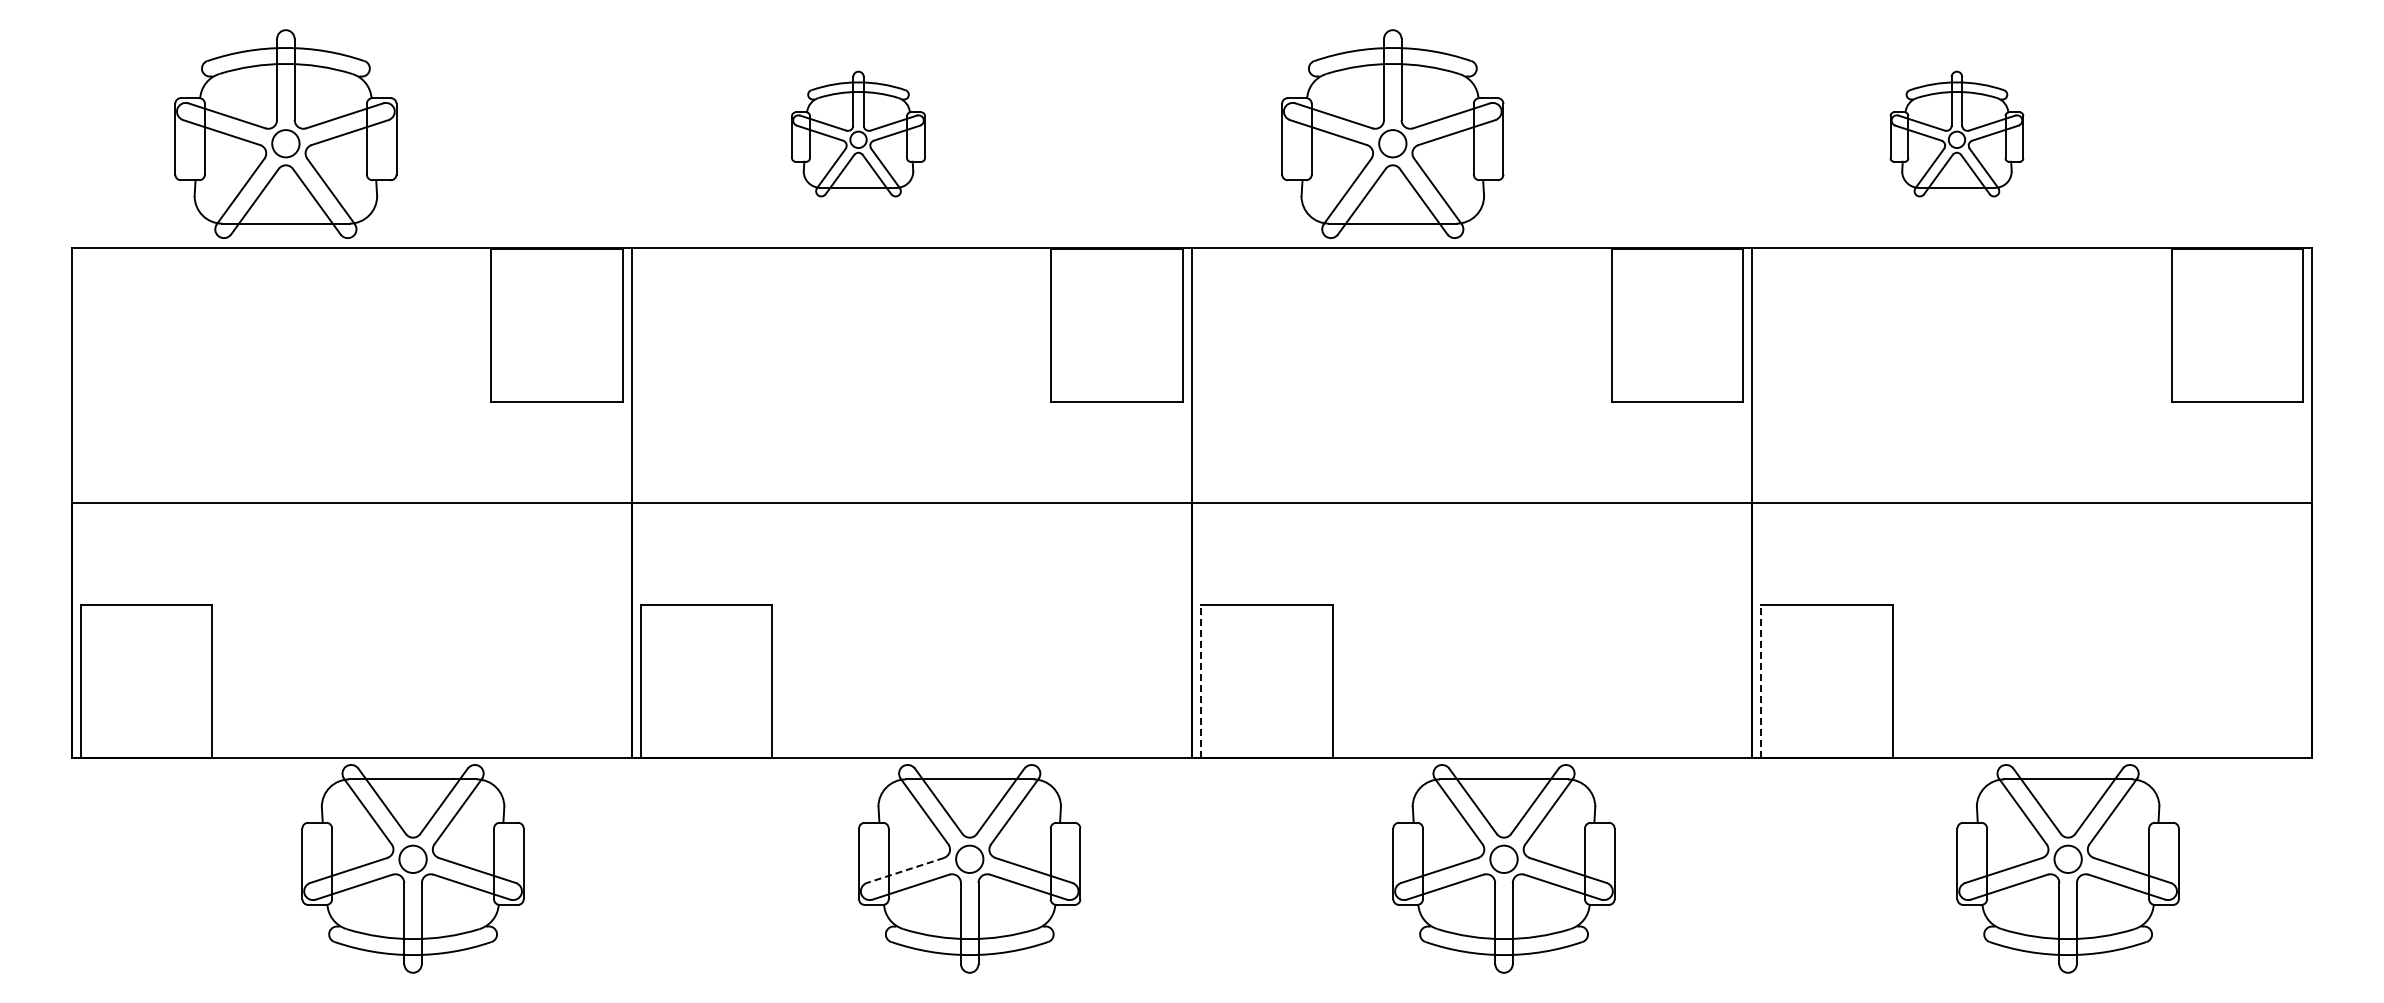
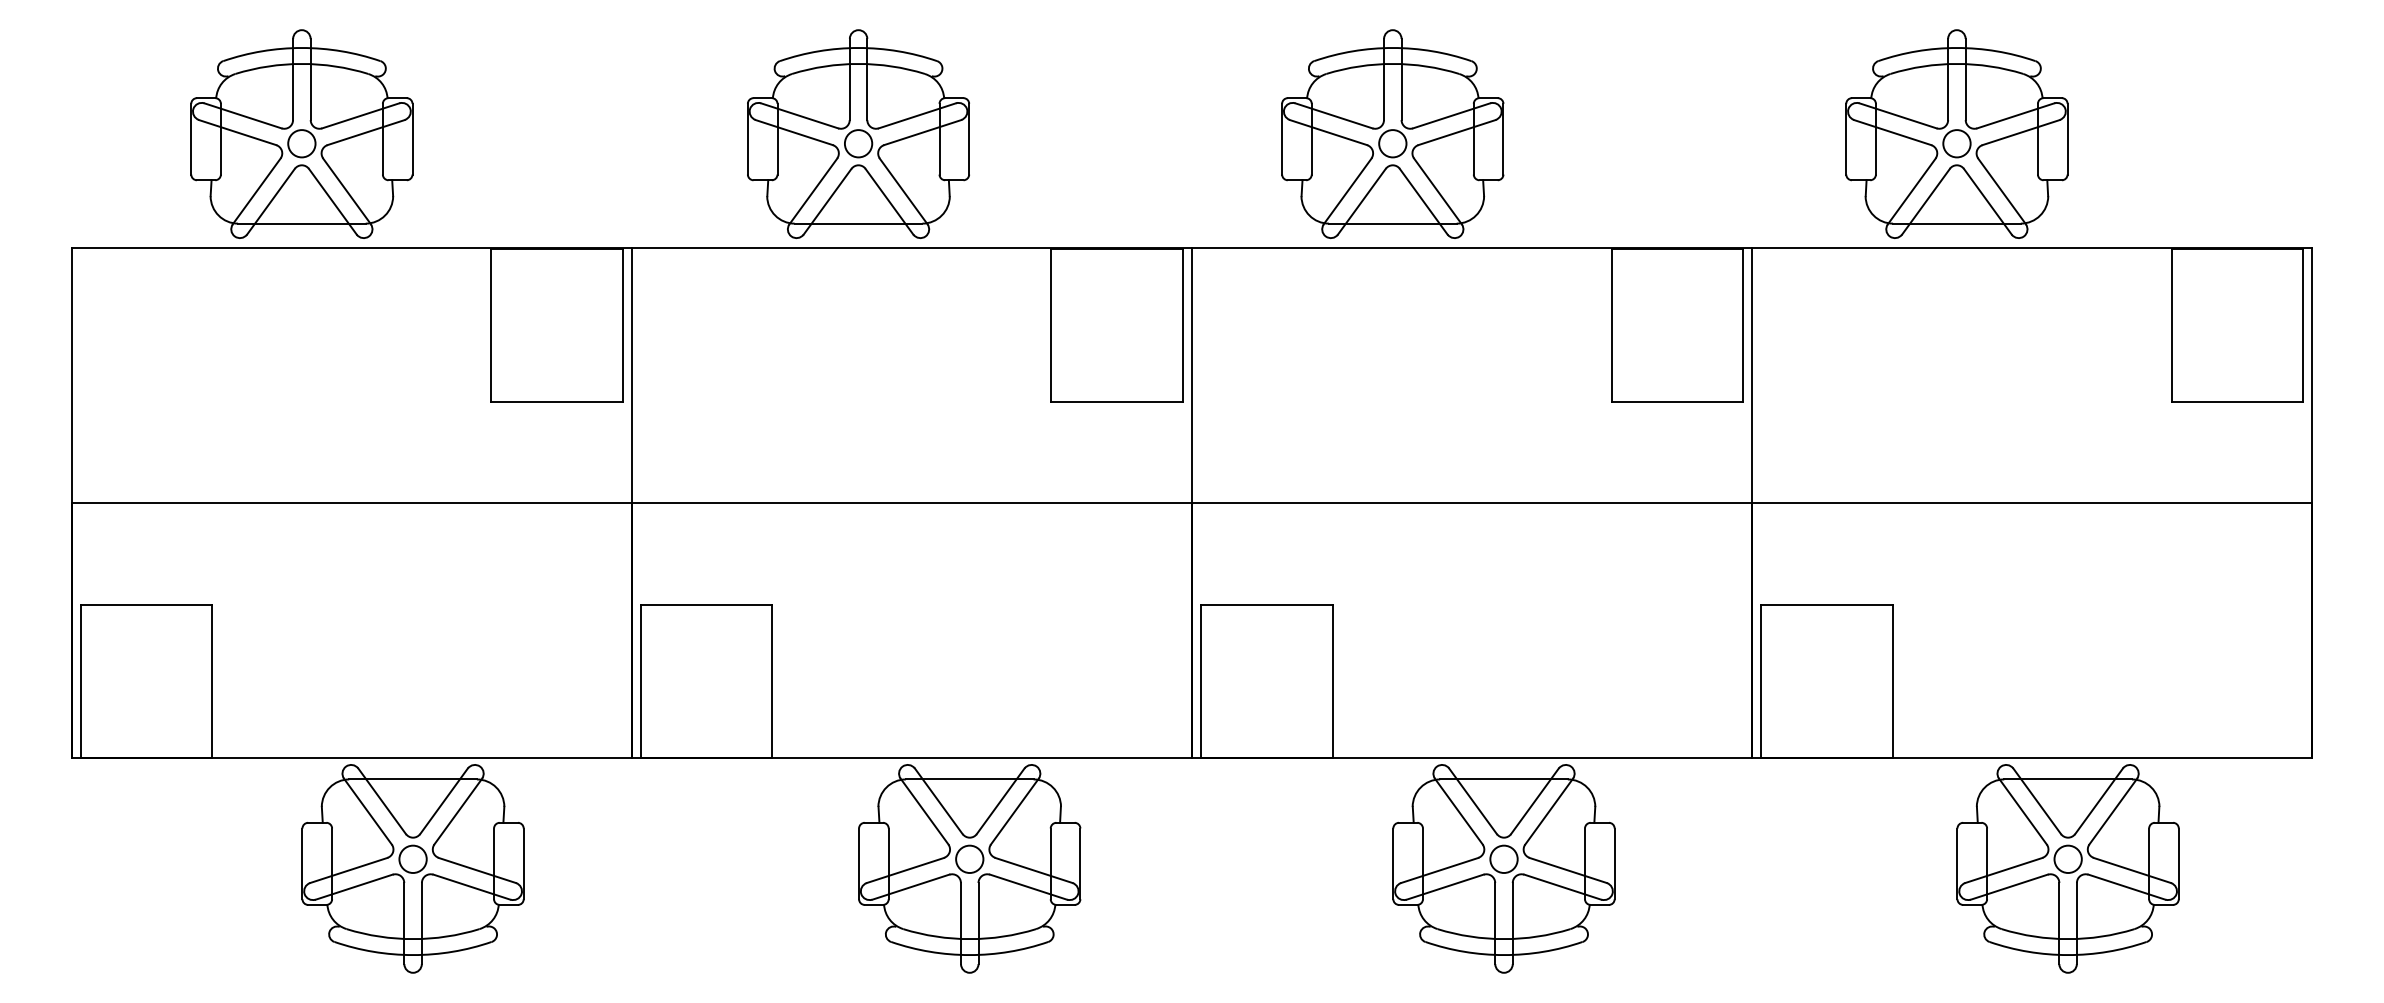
part at (285, 133) position: (285, 133) -> (301, 133)
part at (858, 133) size: 135x128 px -> 223x210 px
part at (1956, 133) size: 136x128 px -> 224x210 px
line at (1201, 680): dashed -> solid
line at (1761, 680): dashed -> solid
line at (905, 870): dashed -> solid
